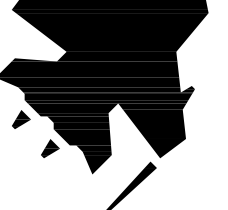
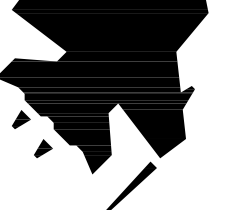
part at (50, 148) position: (50, 148) -> (43, 148)
